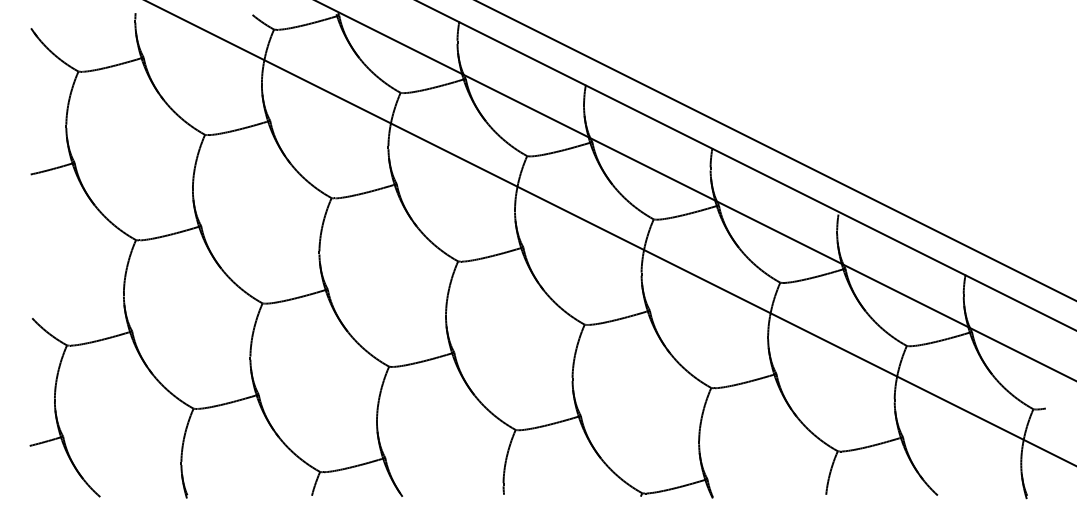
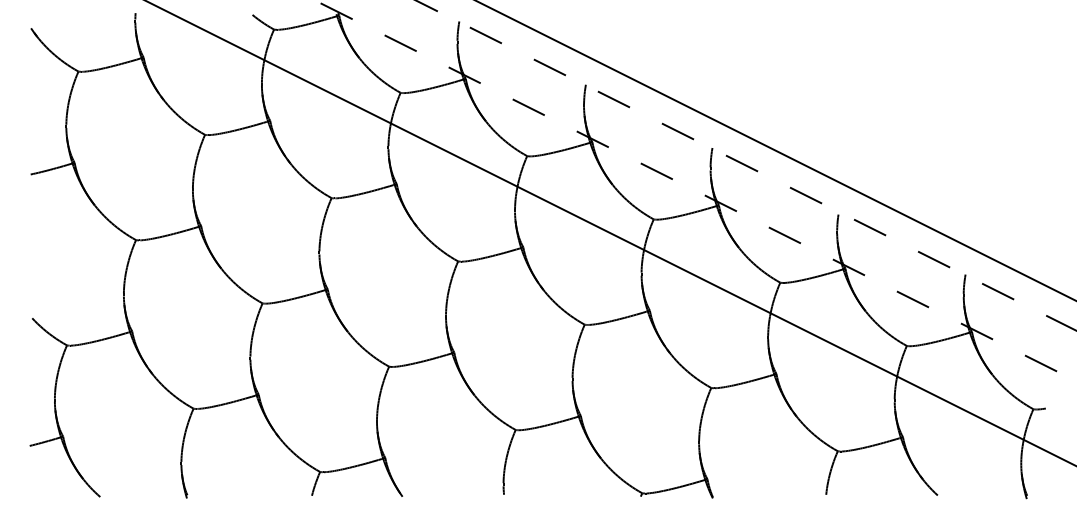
line at (745, 165): solid -> dashed
line at (695, 190): solid -> dashed
